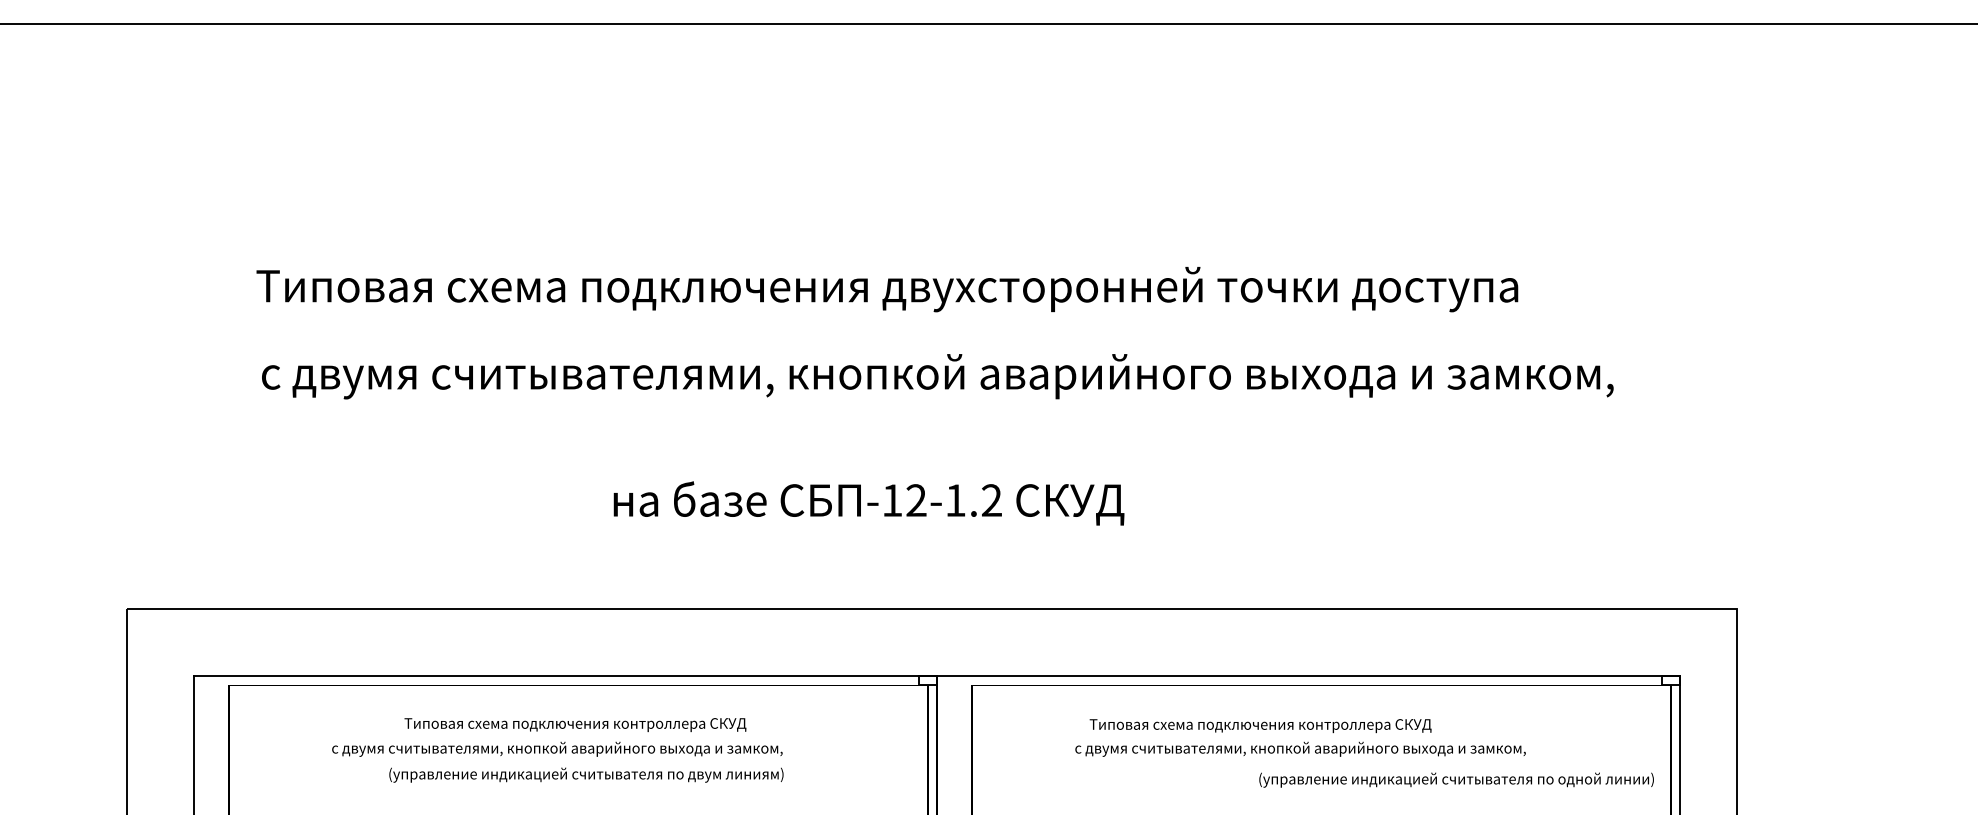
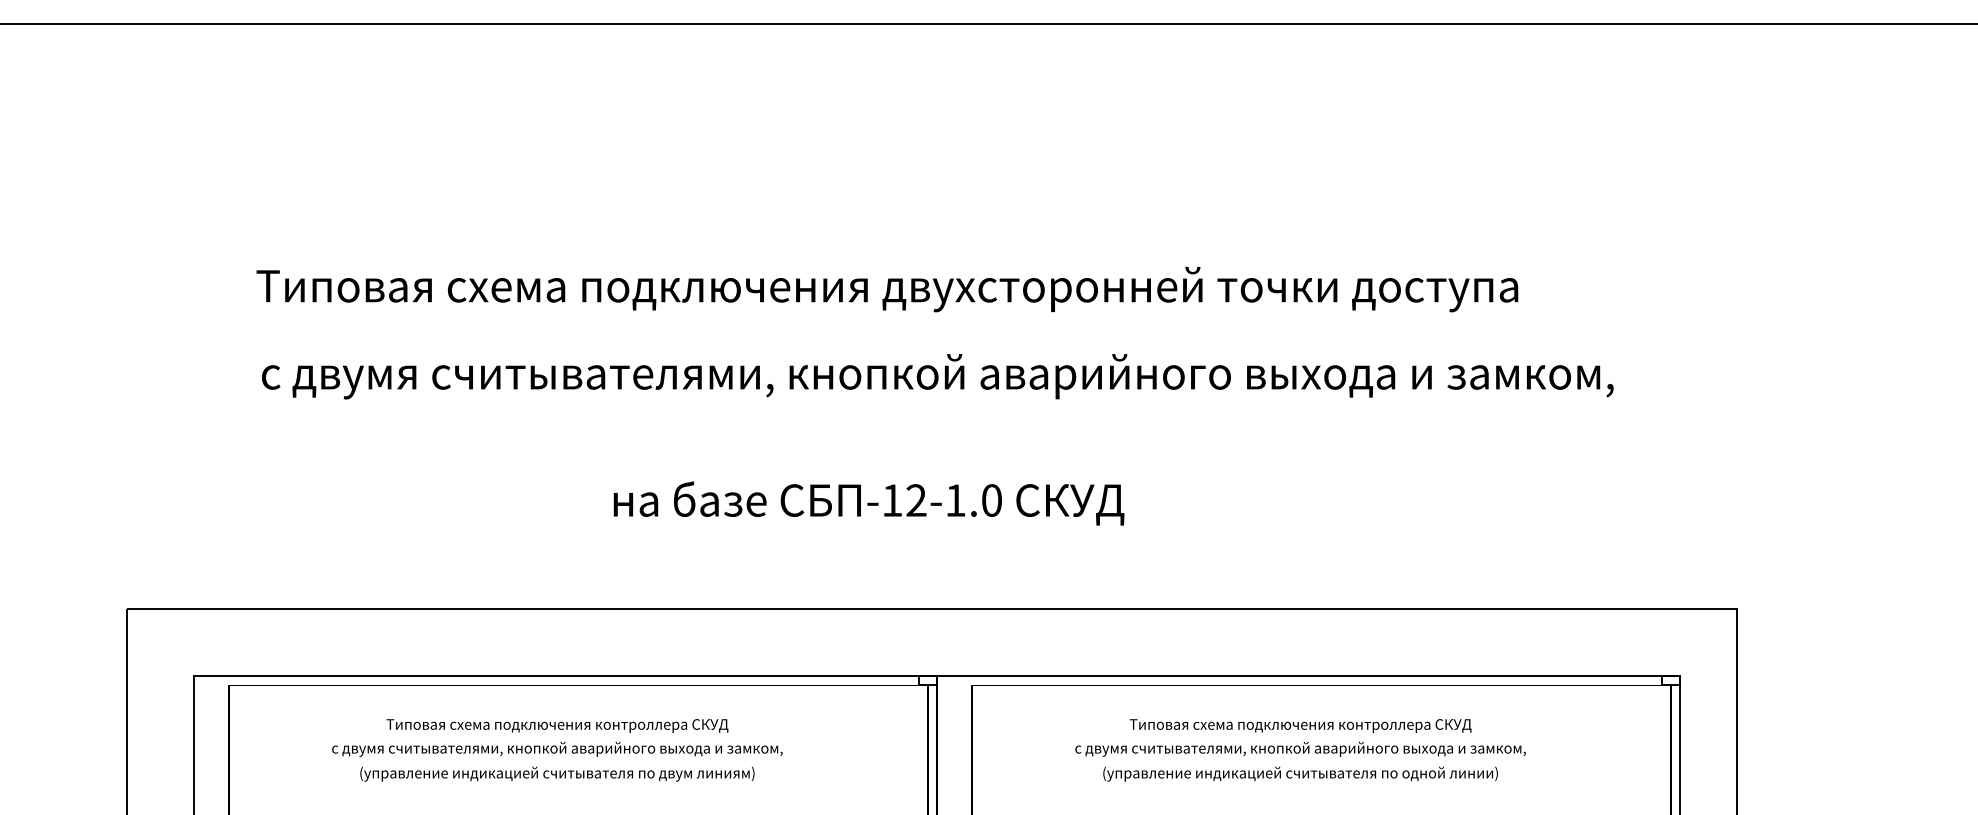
text at (991, 500): -12-1.2 -> -12-1.0
text at (575, 724) position: (575, 724) -> (557, 725)
text at (1260, 726) position: (1260, 726) -> (1300, 726)
text at (586, 774) position: (586, 774) -> (557, 773)
text at (1456, 779) position: (1456, 779) -> (1300, 773)
